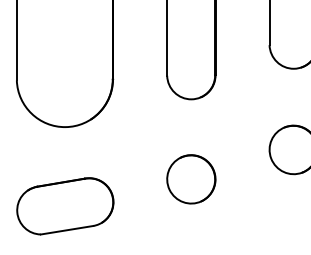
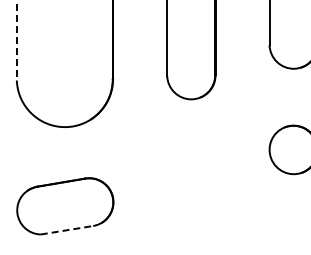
line at (16, 40): solid -> dashed
part at (191, 179): present -> none
line at (67, 230): solid -> dashed
